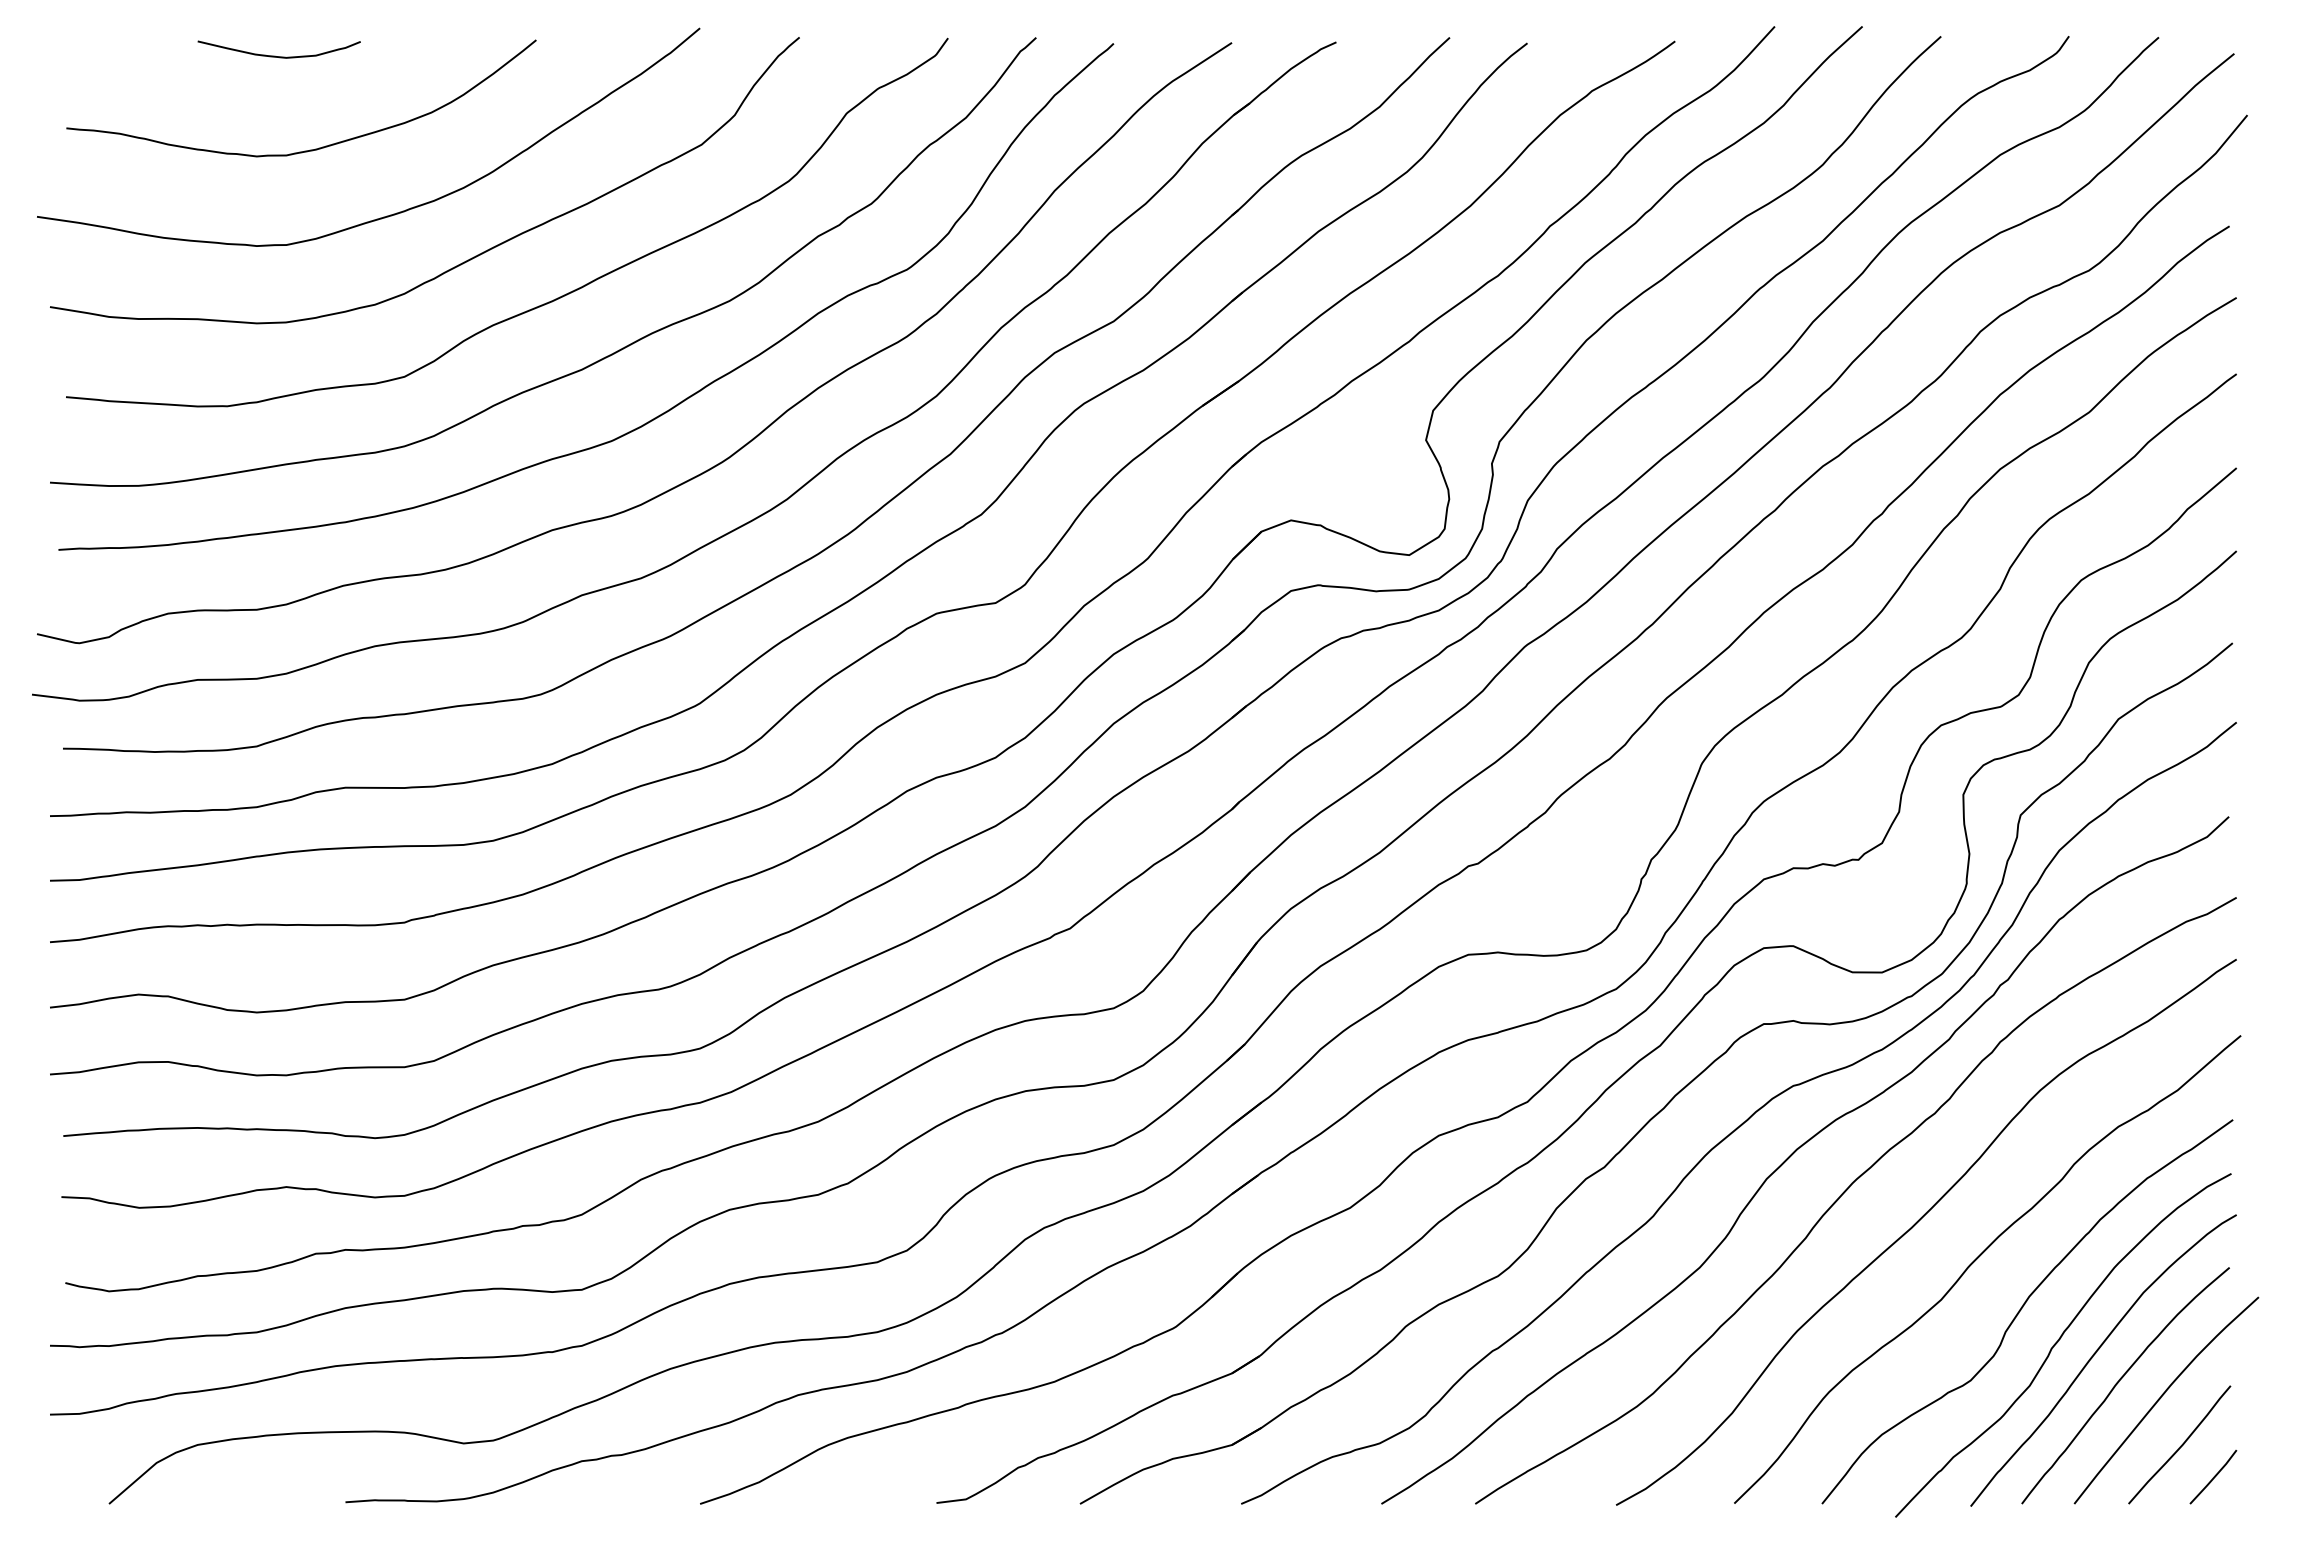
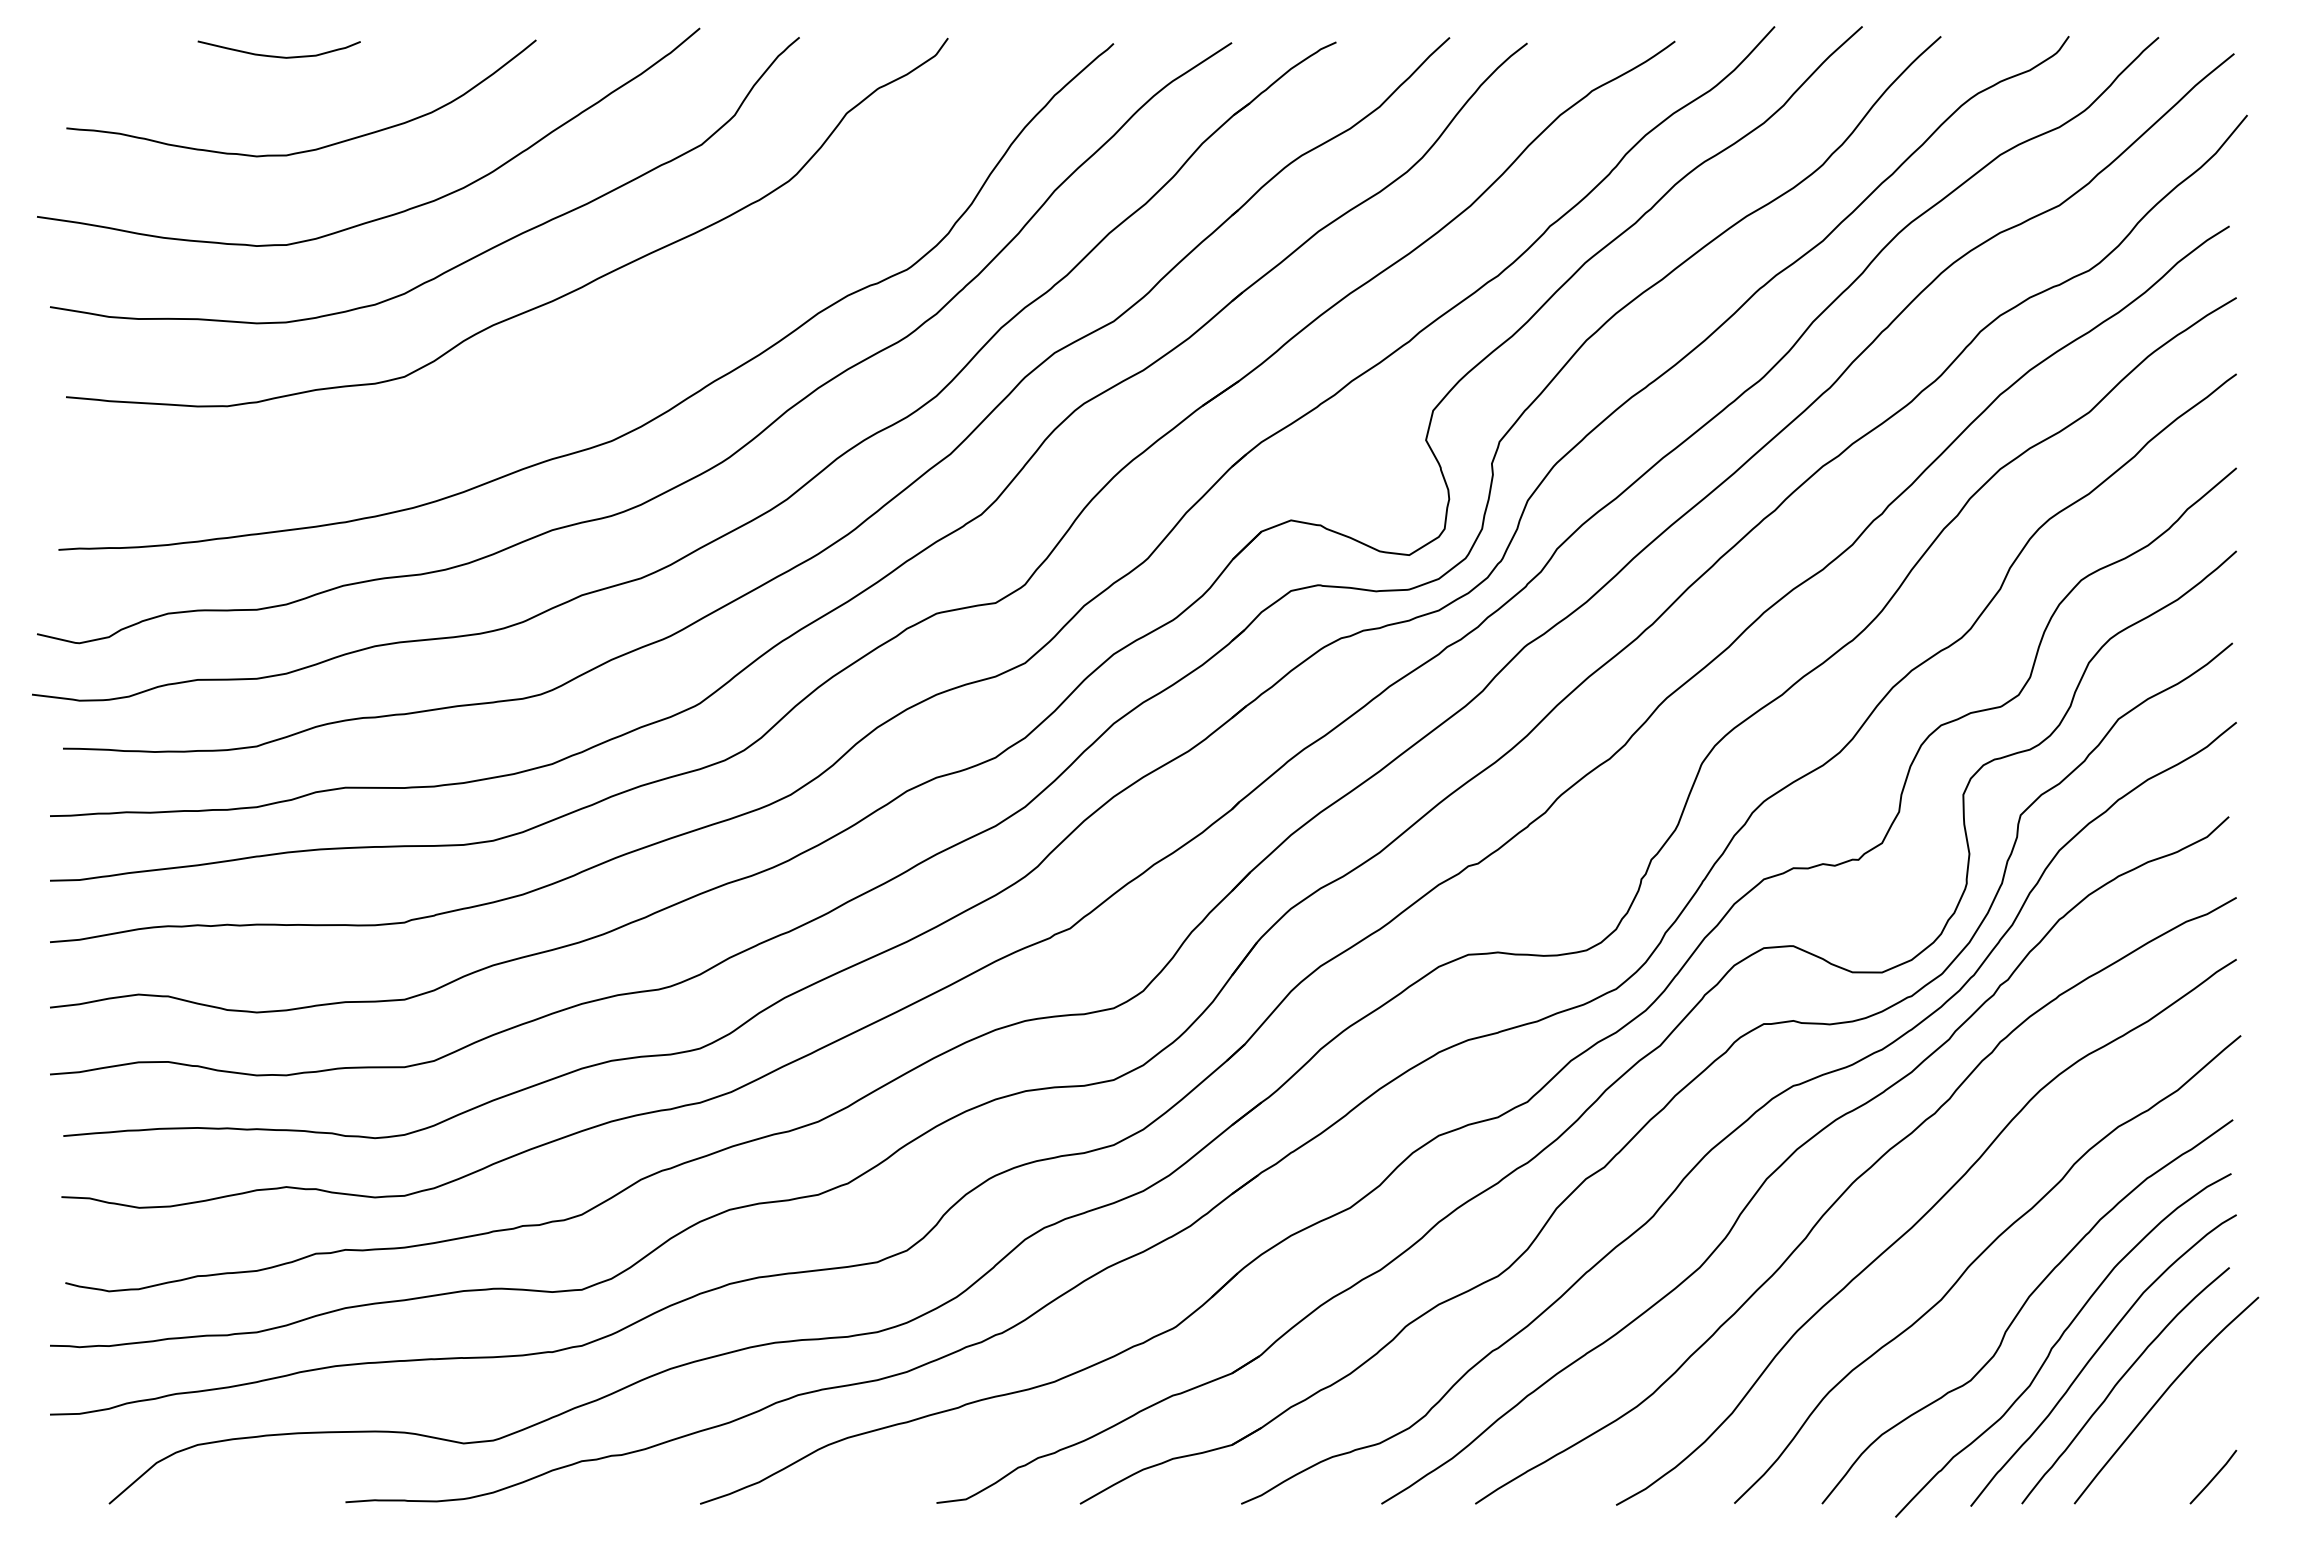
curve at (593, 362): present -> none
curve at (2180, 1445): present -> none
